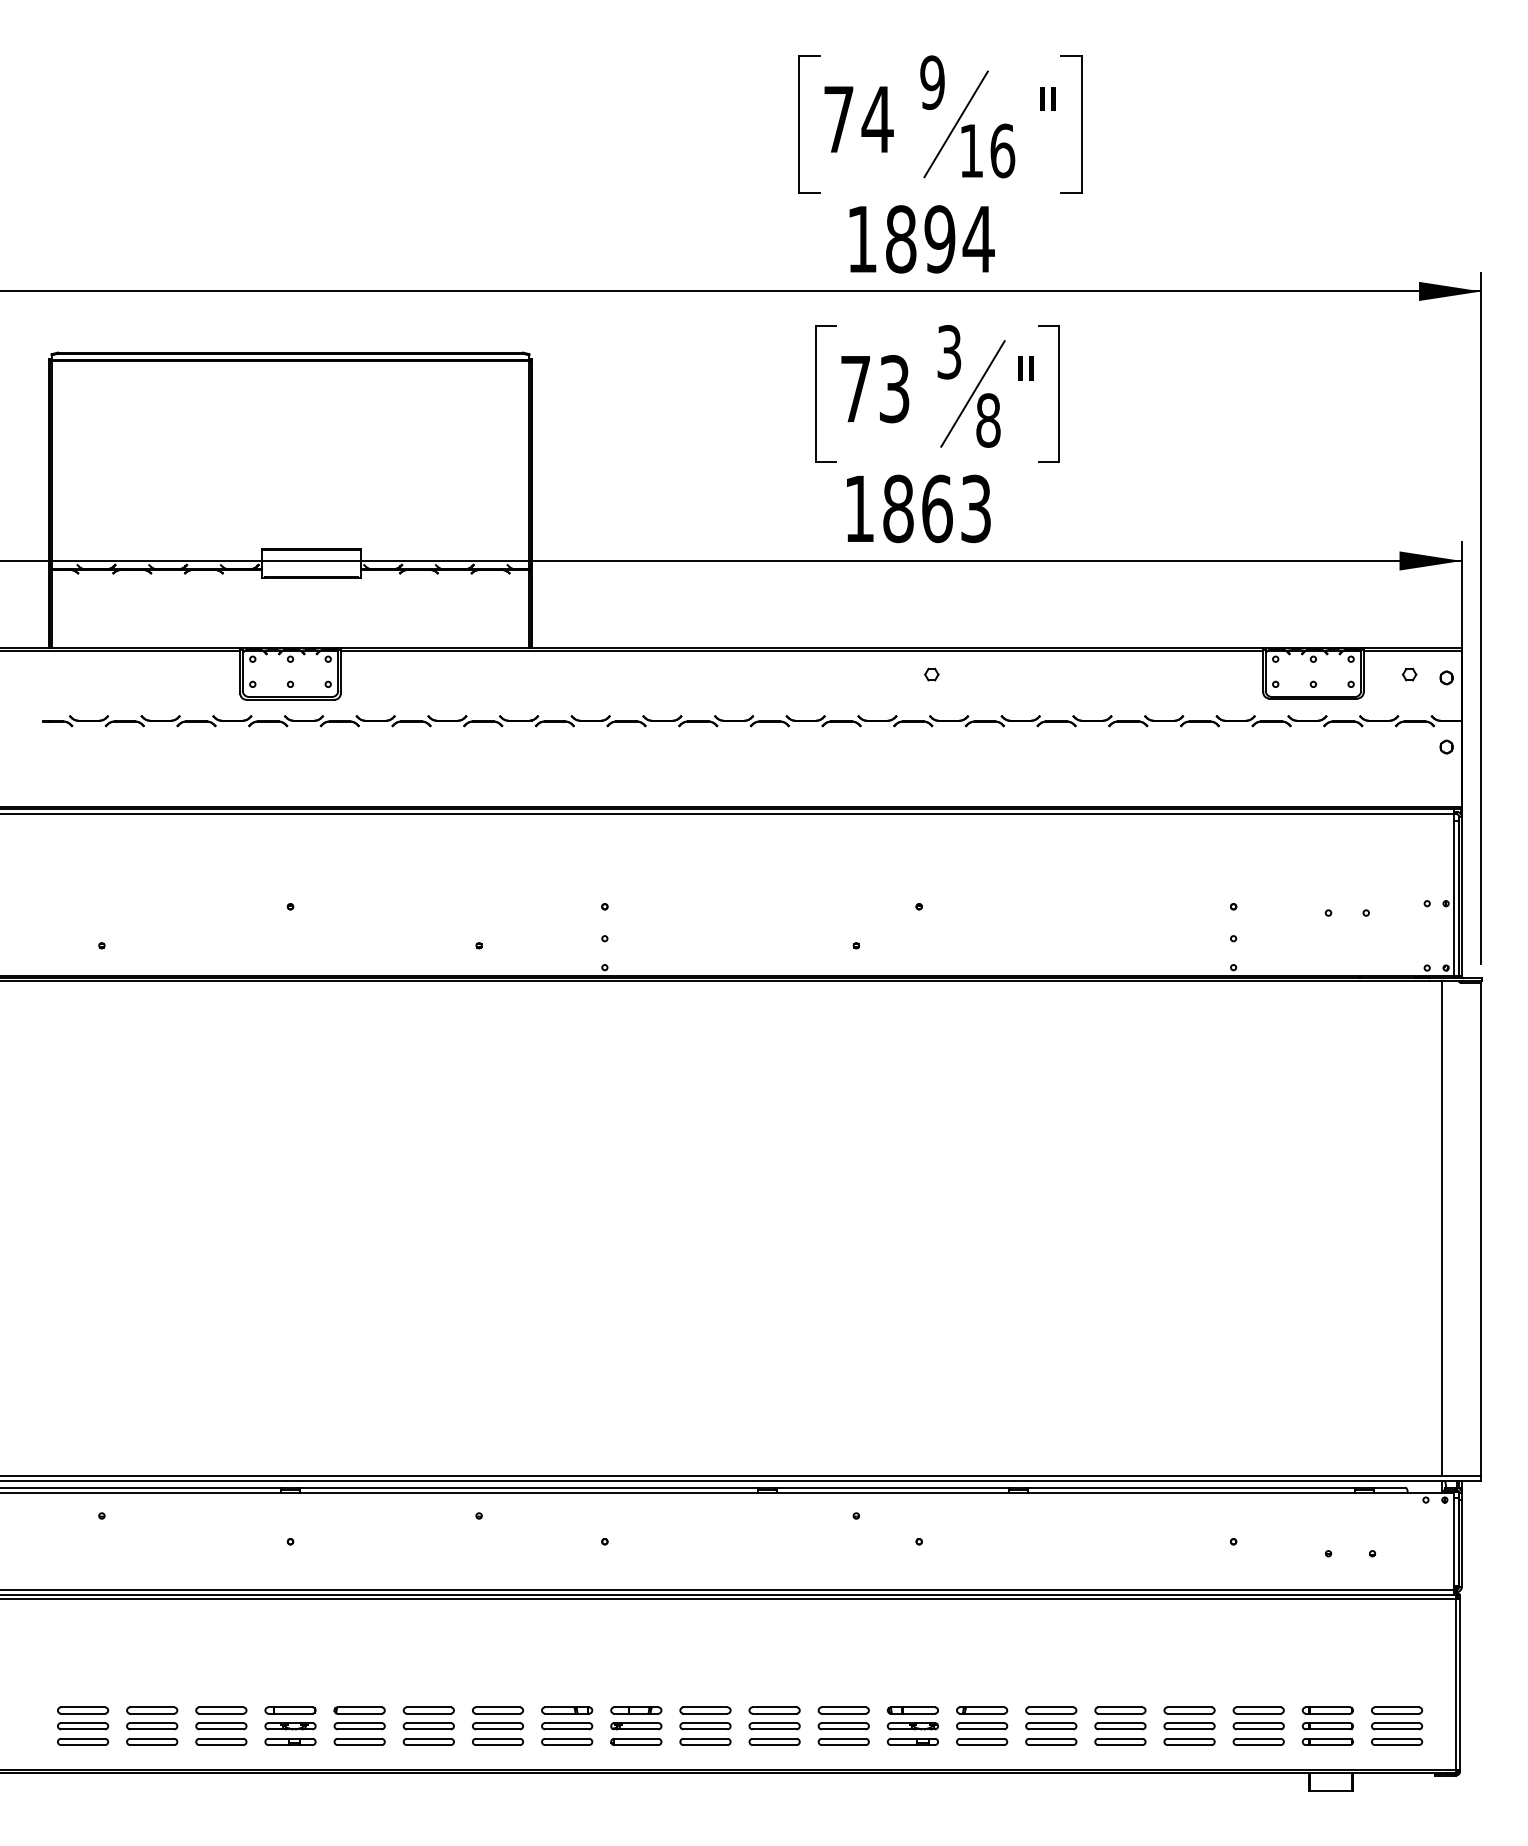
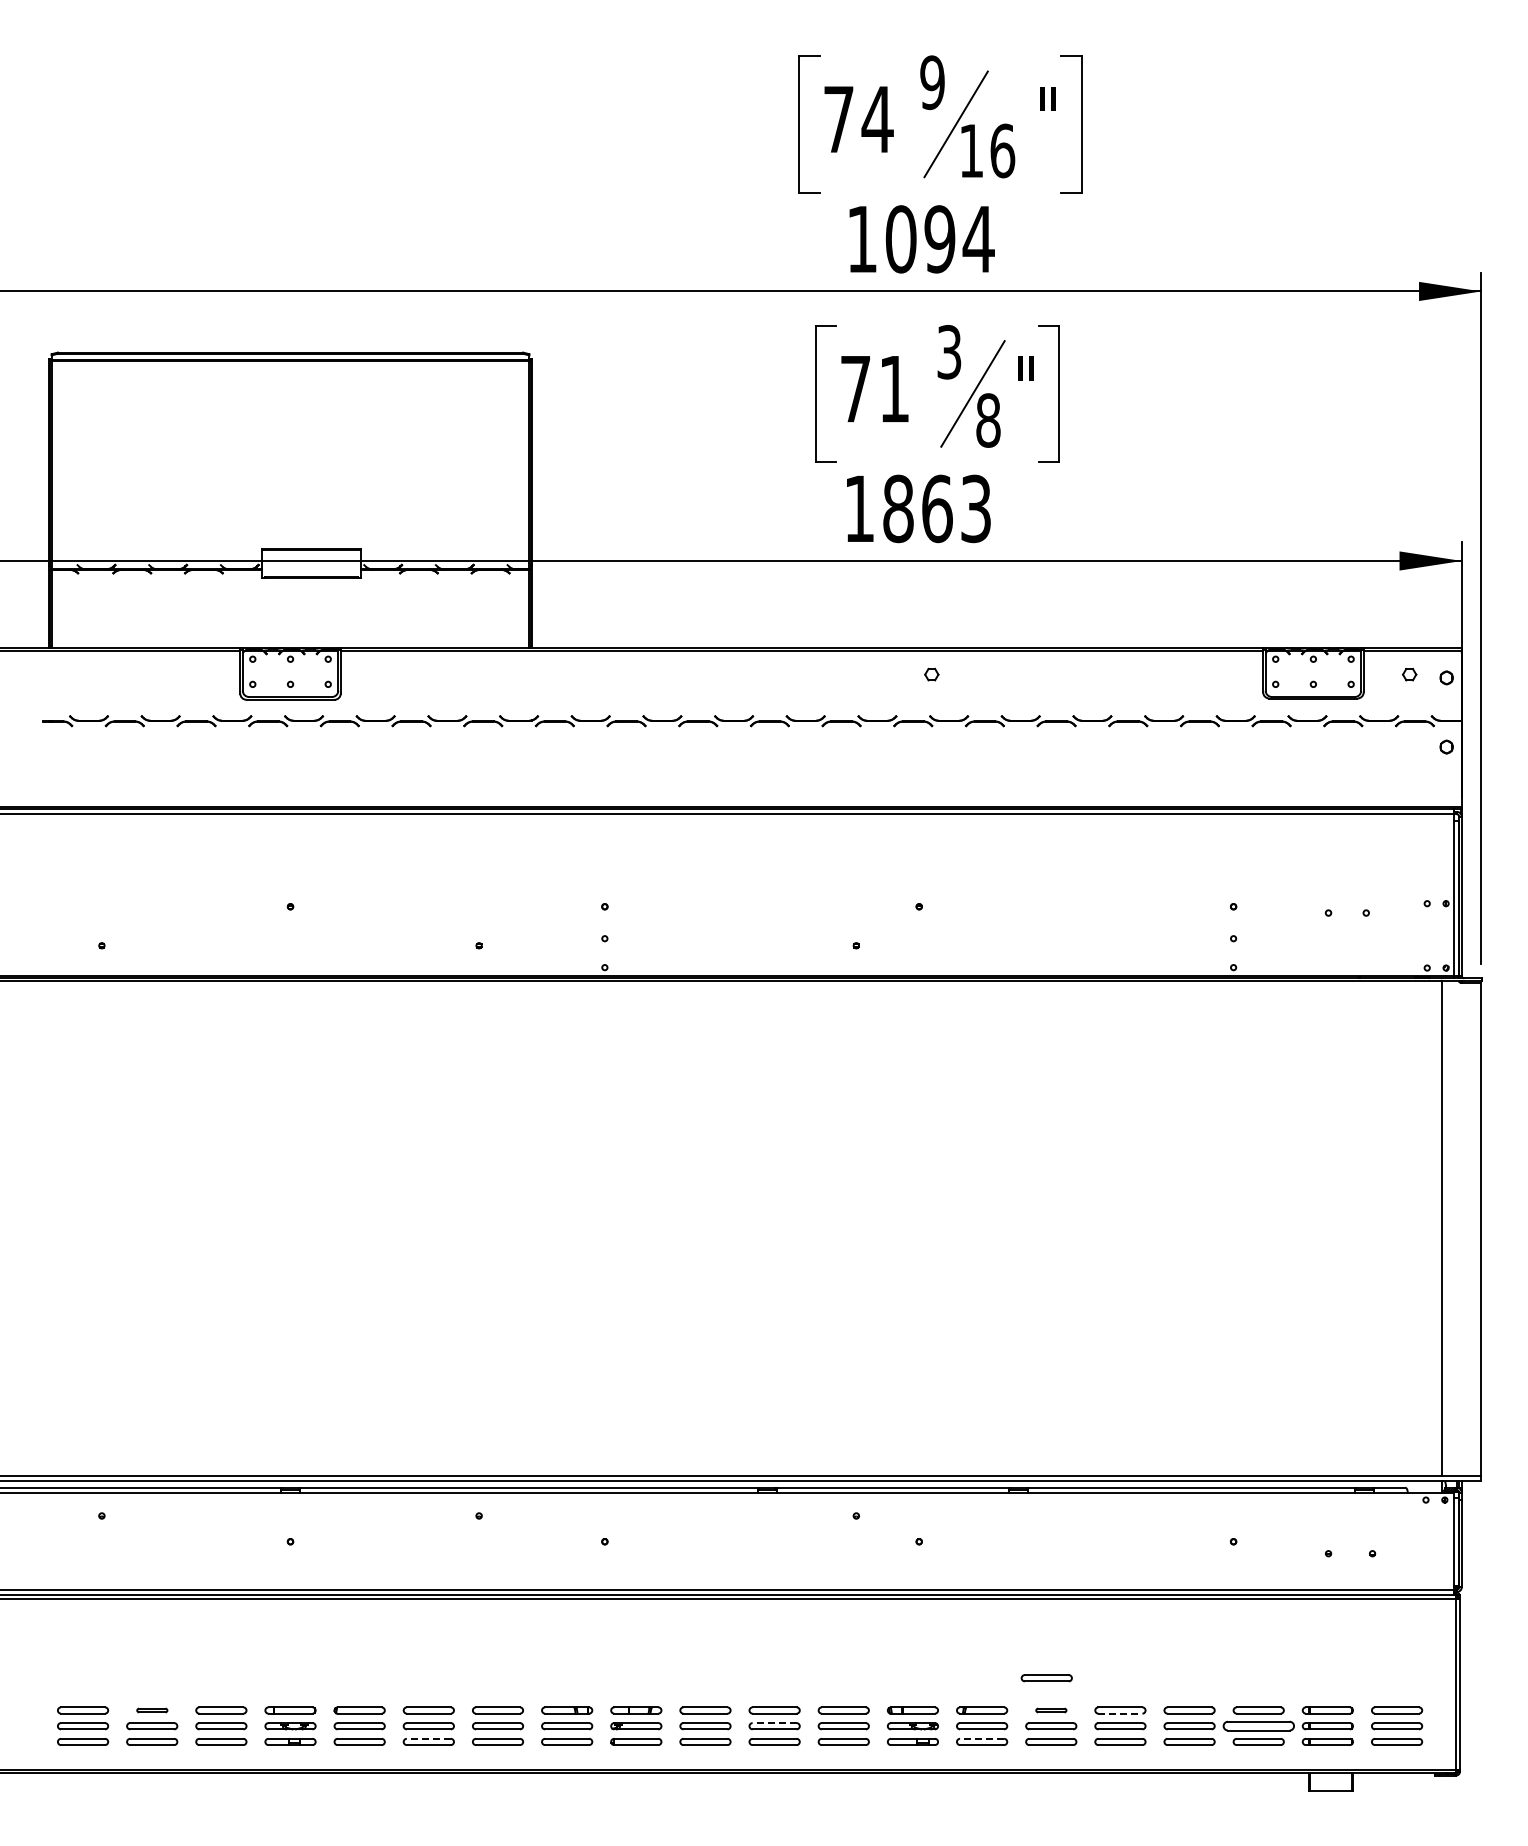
text at (900, 239): 1894 -> 1094
text at (894, 389): 73 -> 71
part at (1046, 1678): none -> present
part at (152, 1710) size: 53x9 px -> 33x7 px
part at (1051, 1710) size: 53x9 px -> 33x7 px
line at (1120, 1713): solid -> dashed
line at (774, 1723): solid -> dashed
part at (1258, 1726) size: 53x9 px -> 73x12 px
line at (428, 1738): solid -> dashed
line at (981, 1738): solid -> dashed
